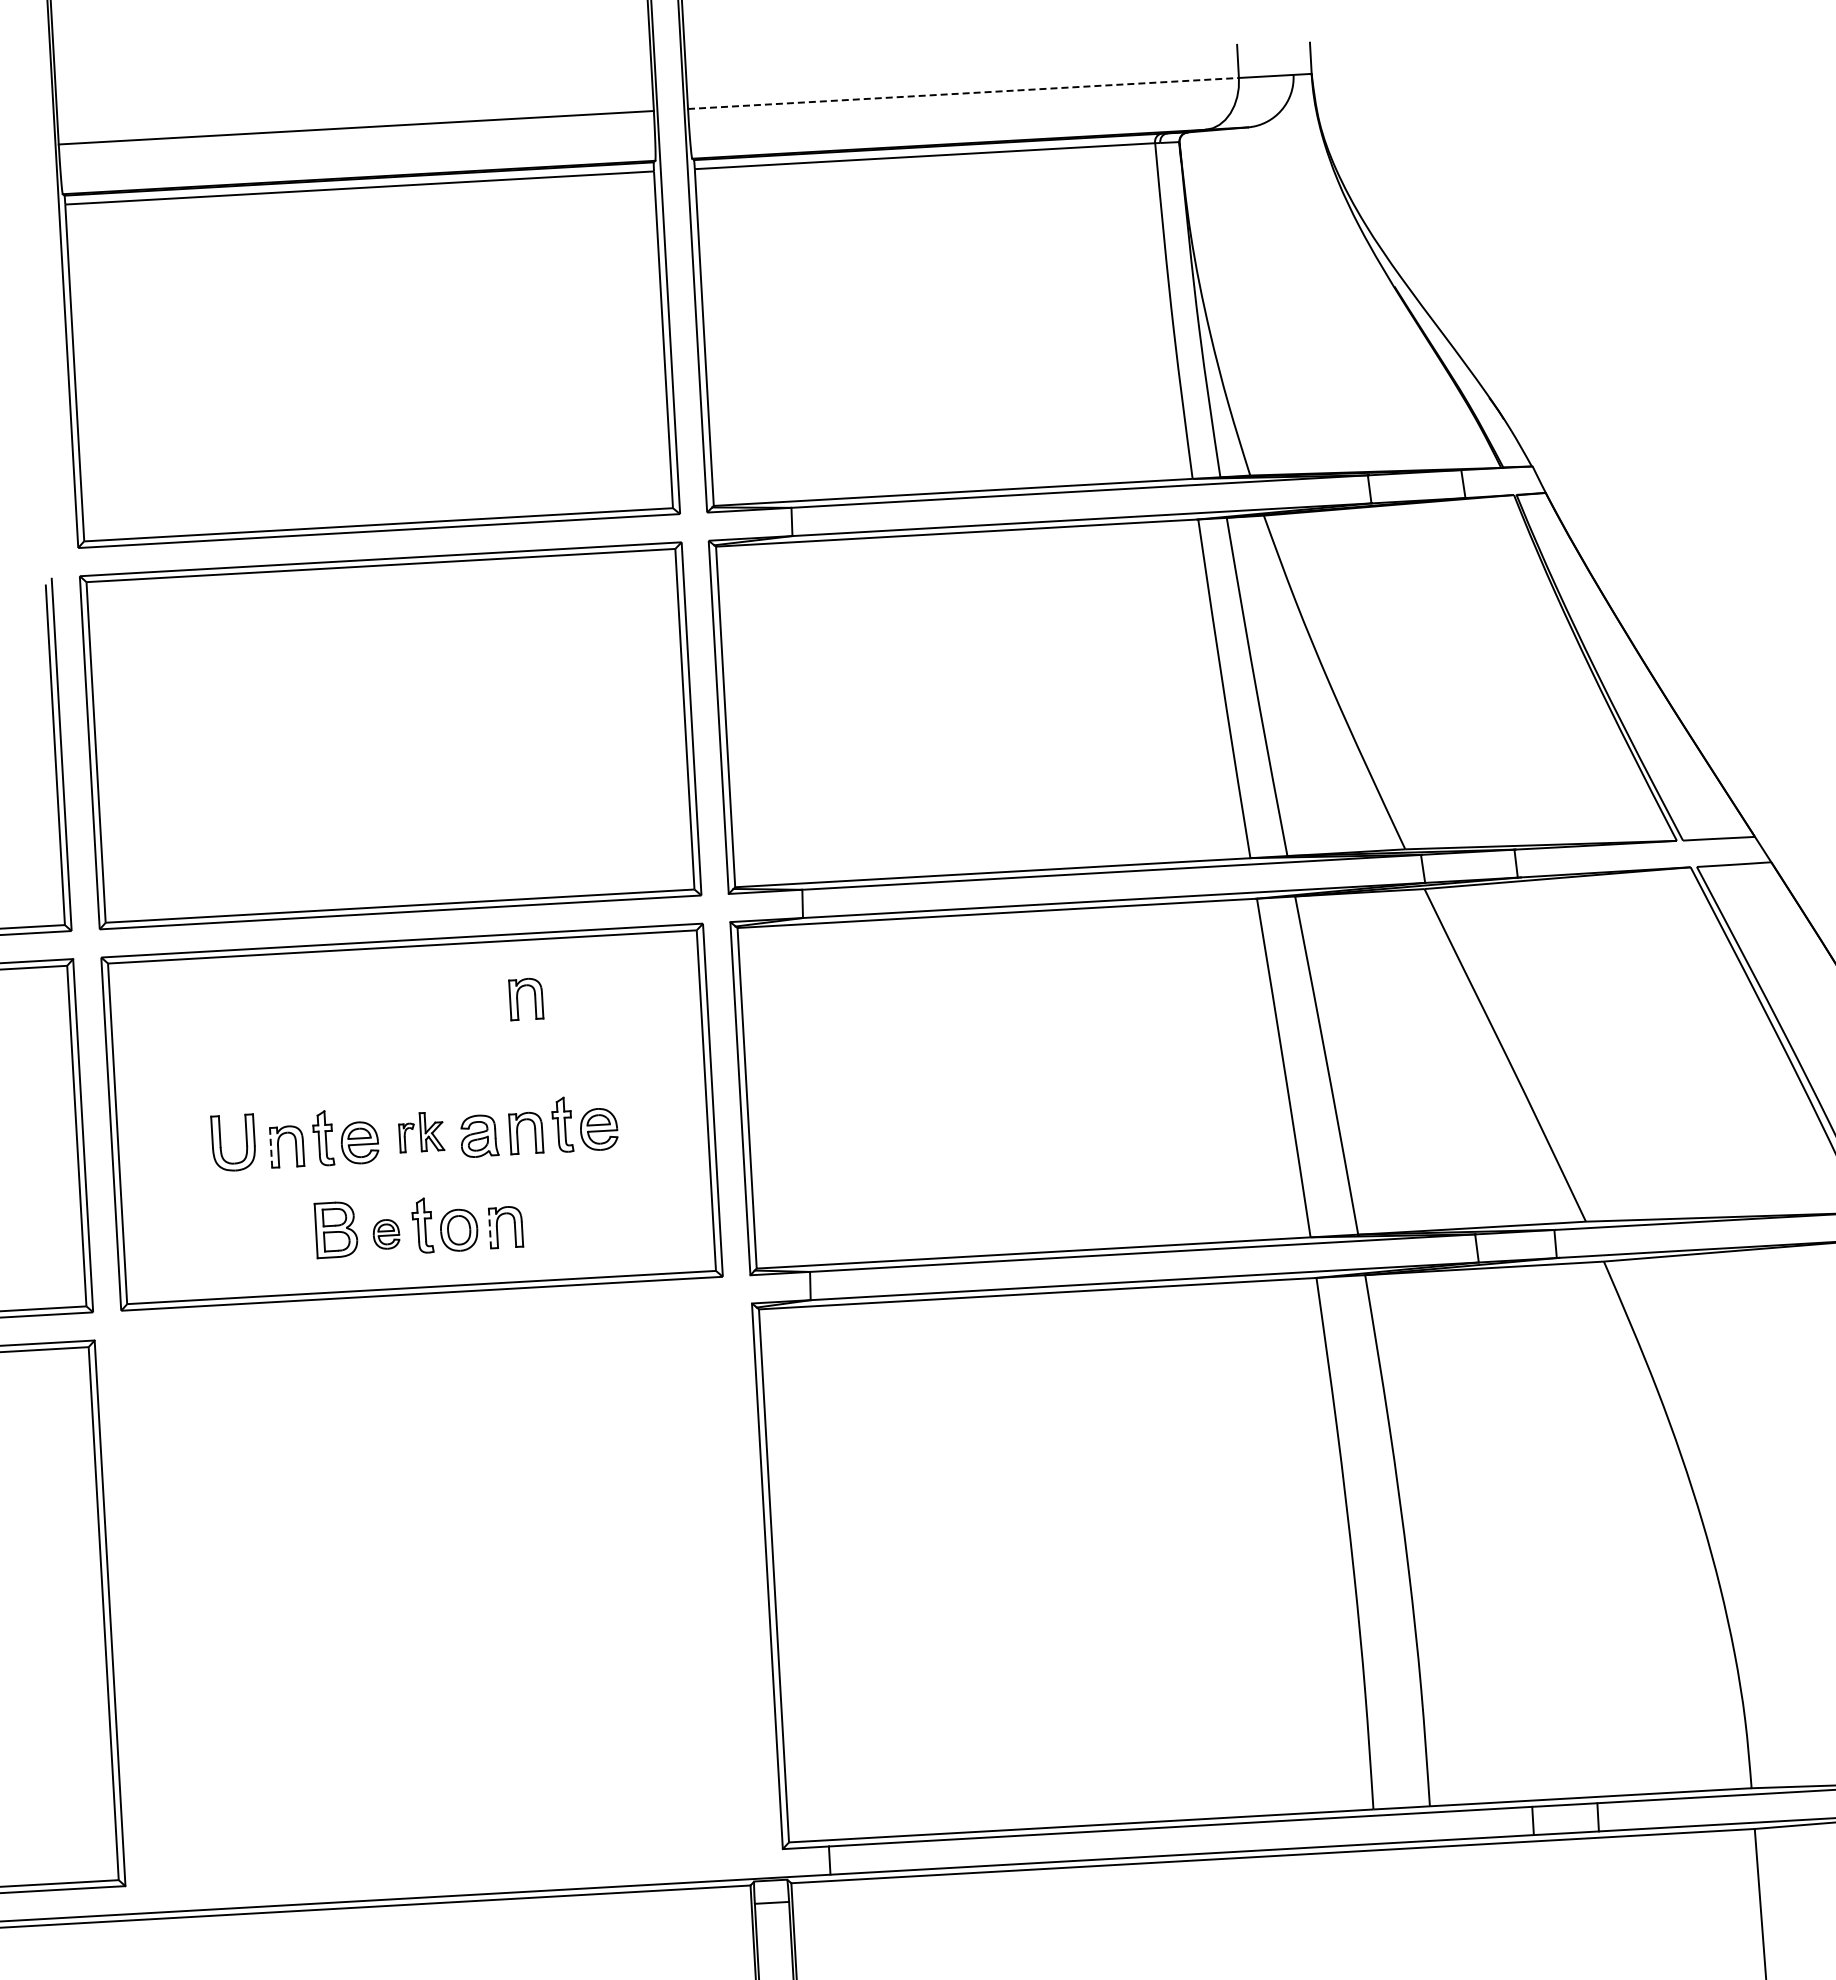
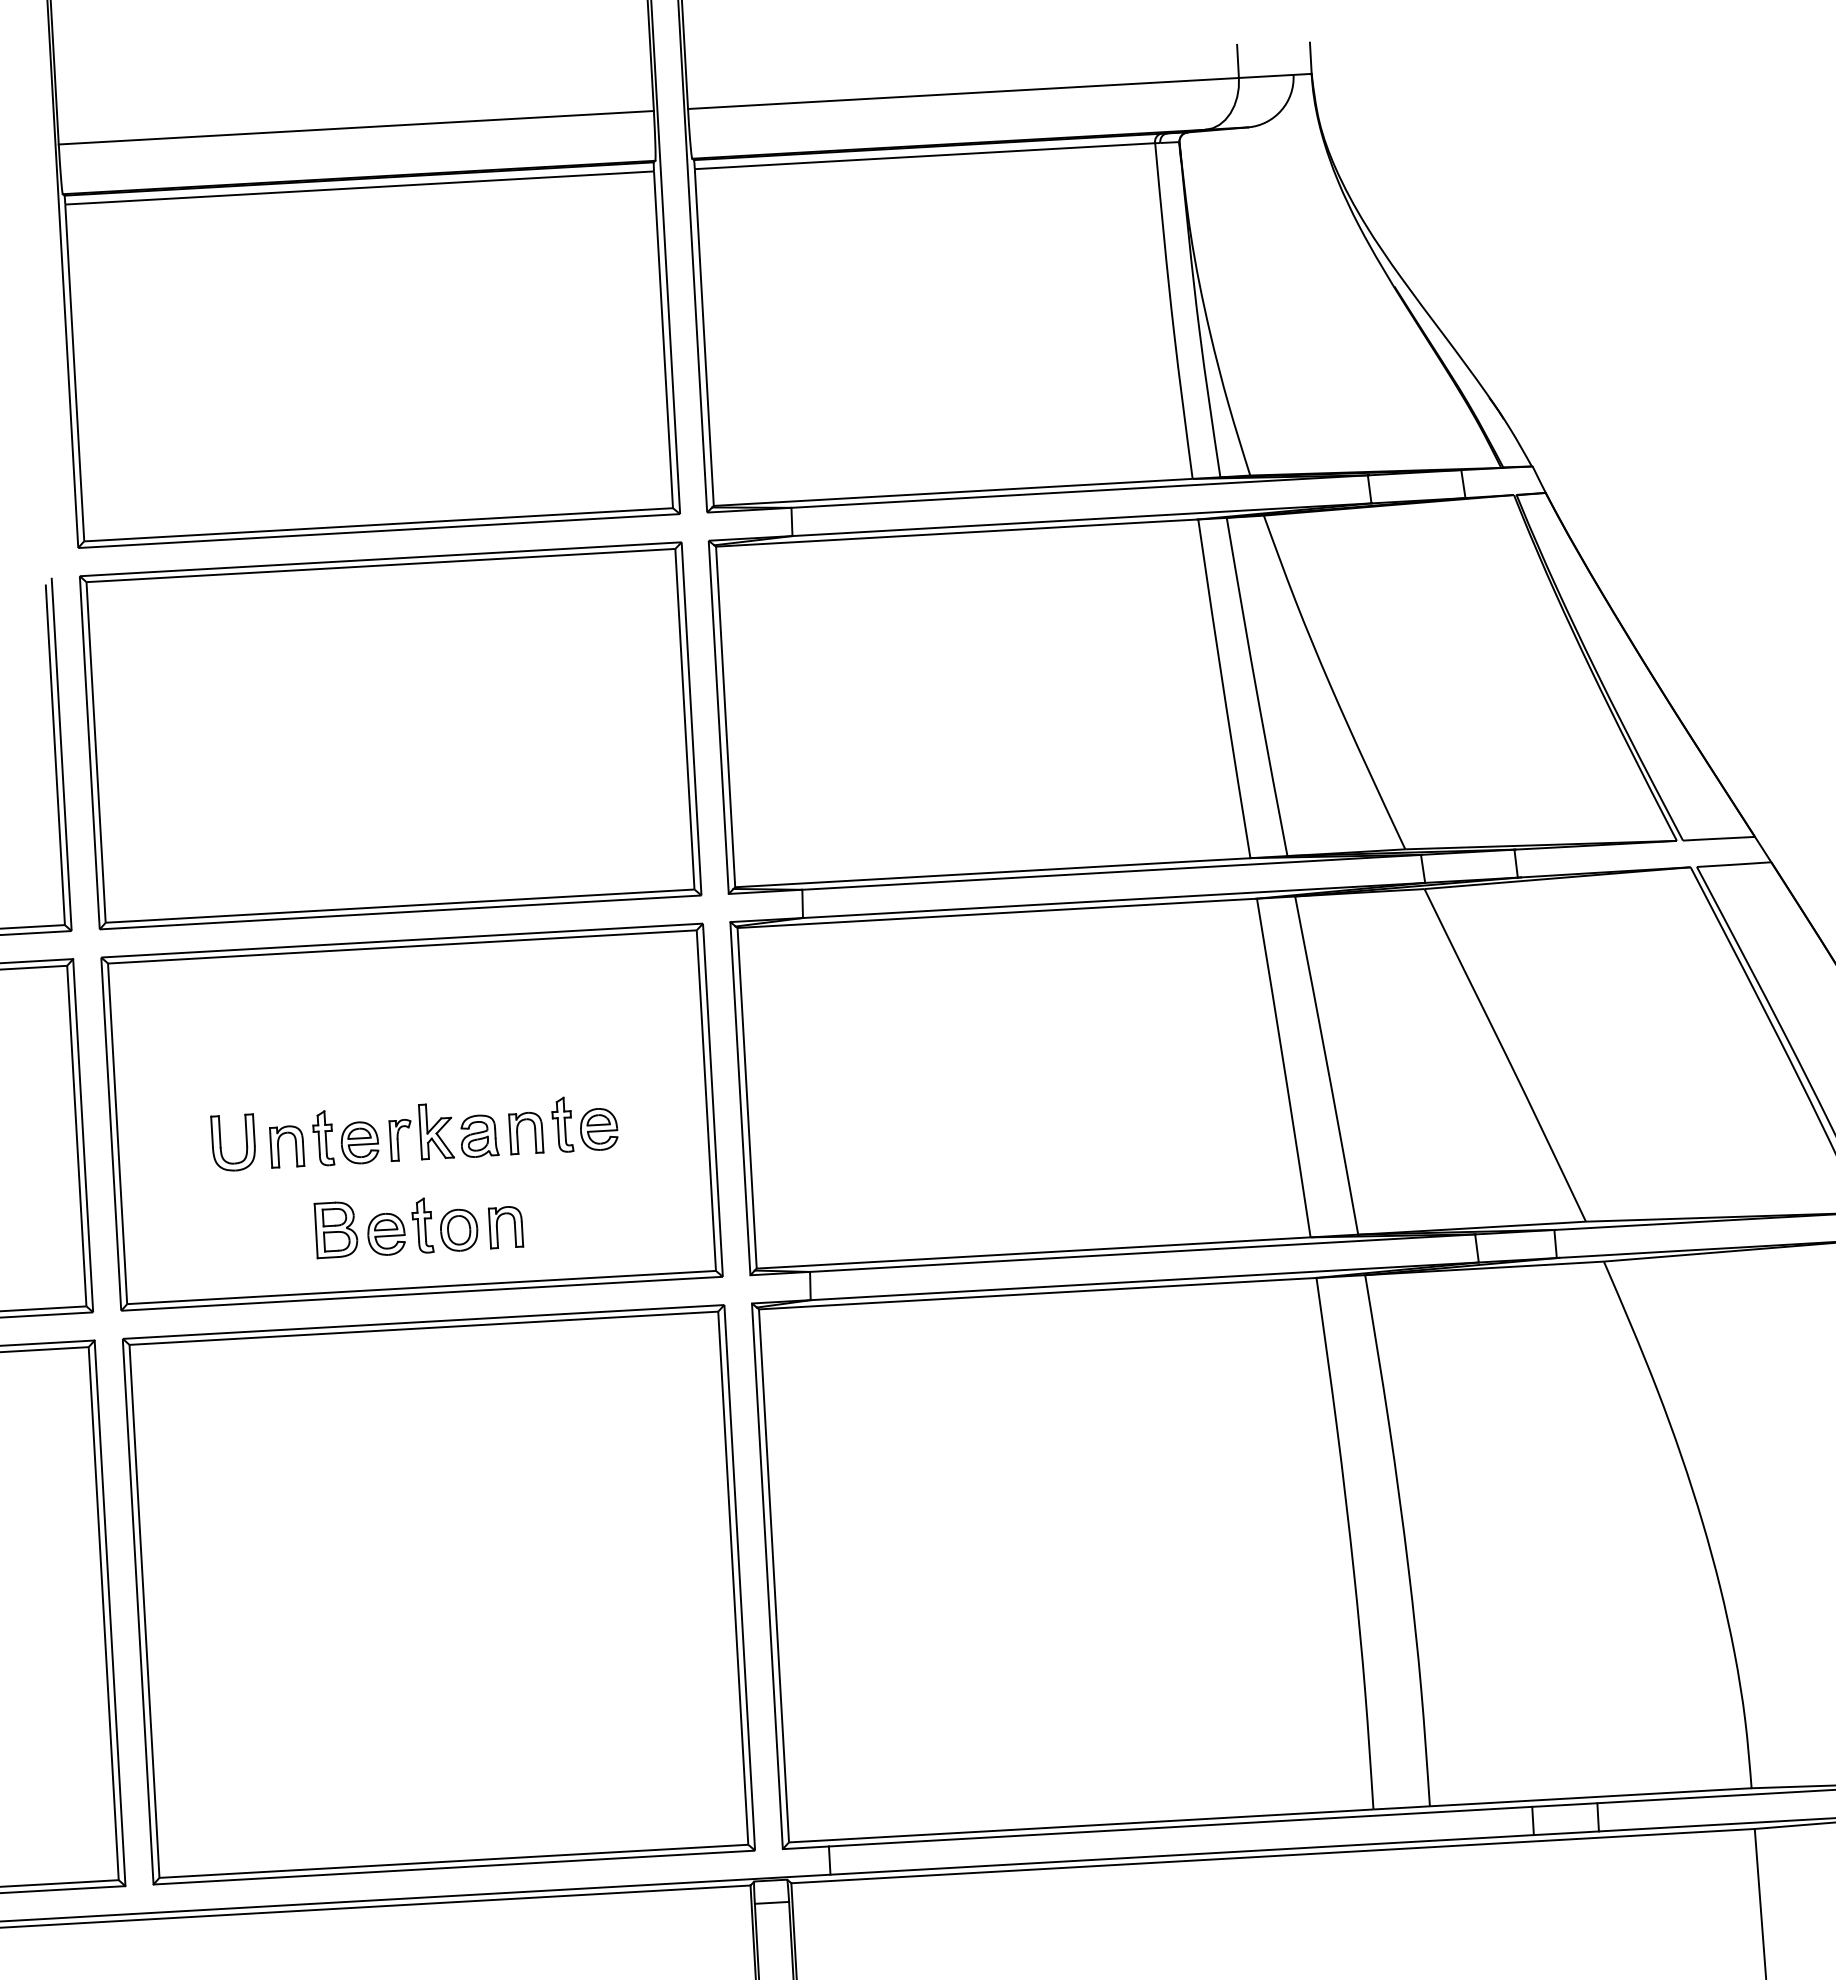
line at (963, 93): dashed -> solid
part at (518, 999): present -> none
part at (421, 1132) size: 48x42 px -> 67x59 px
line at (271, 1147): dashed -> solid
line at (489, 1228): dashed -> solid
part at (386, 1234) size: 29x31 px -> 39x43 px
part at (438, 1594): none -> present
